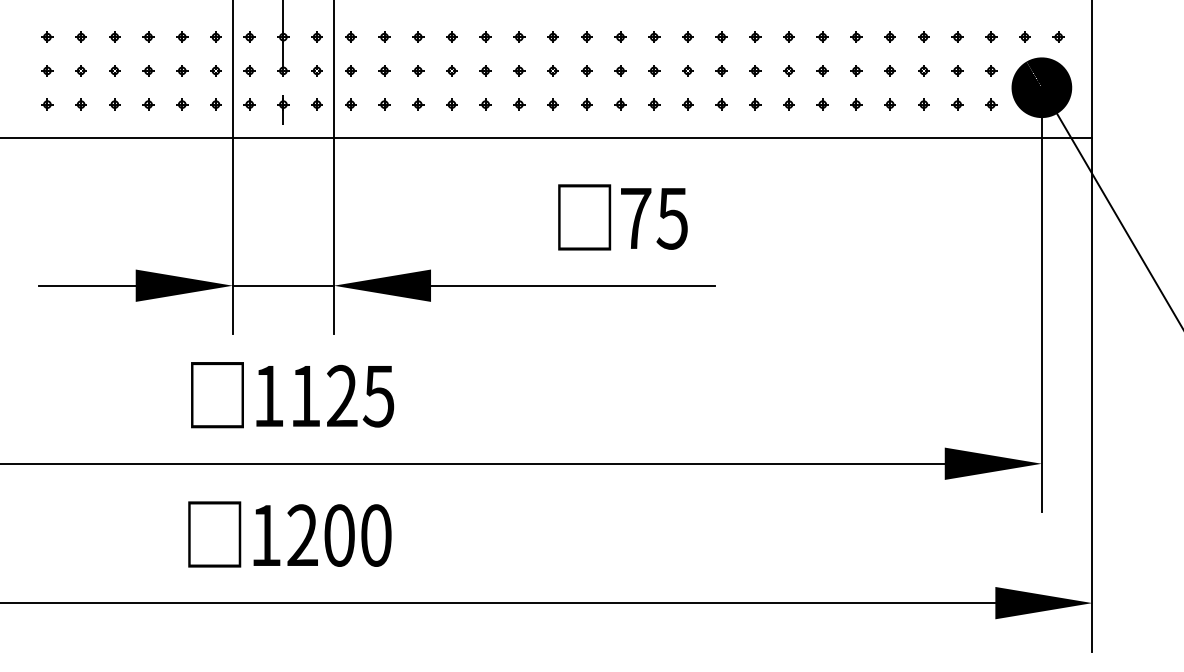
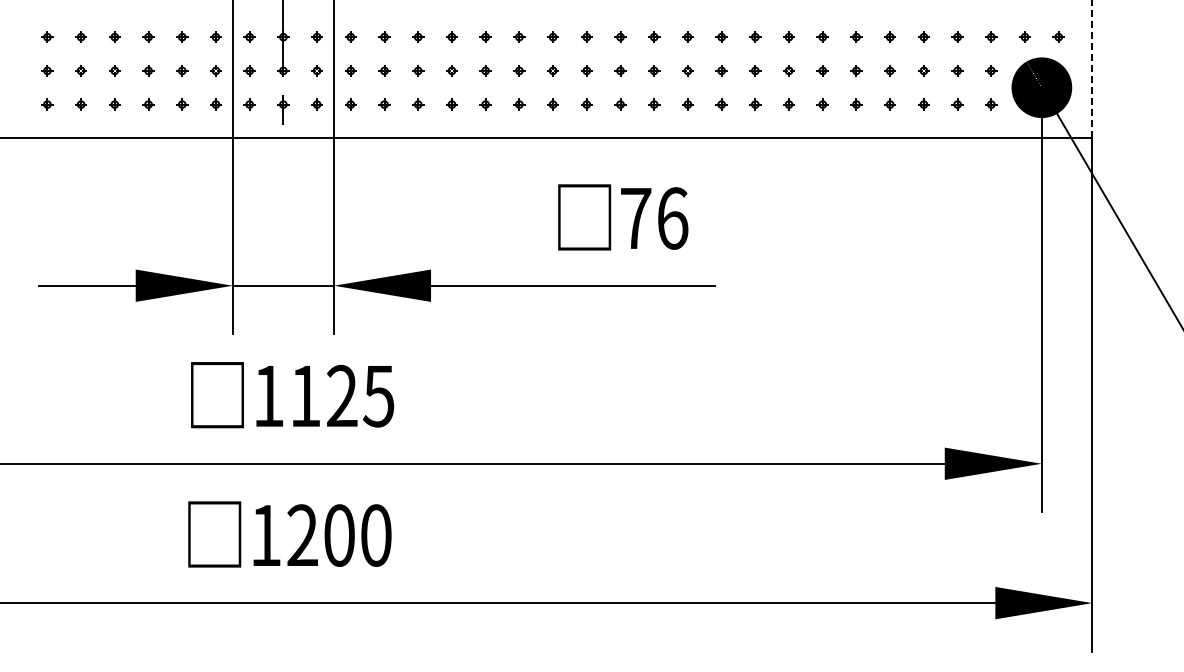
line at (1092, 69): solid -> dashed
text at (672, 218): 75 -> 76
